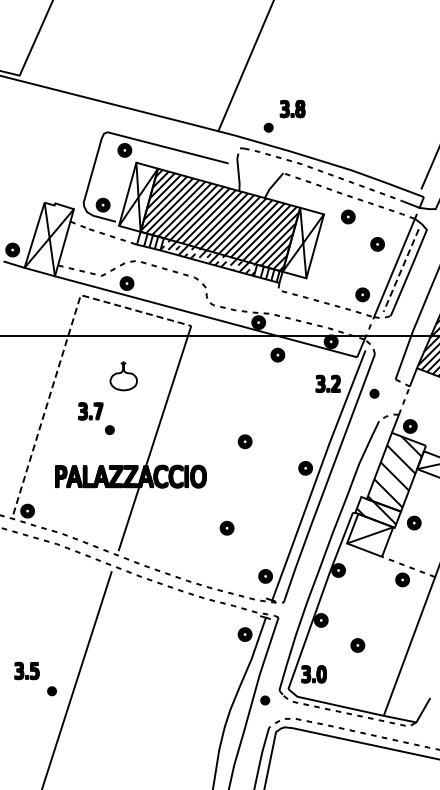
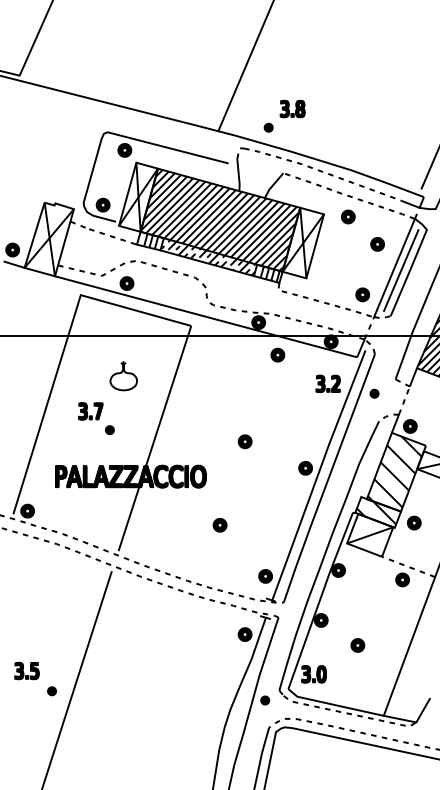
line at (401, 270): dashed -> solid
line at (64, 349): dashed -> solid
part at (226, 528) position: (226, 528) -> (219, 525)
